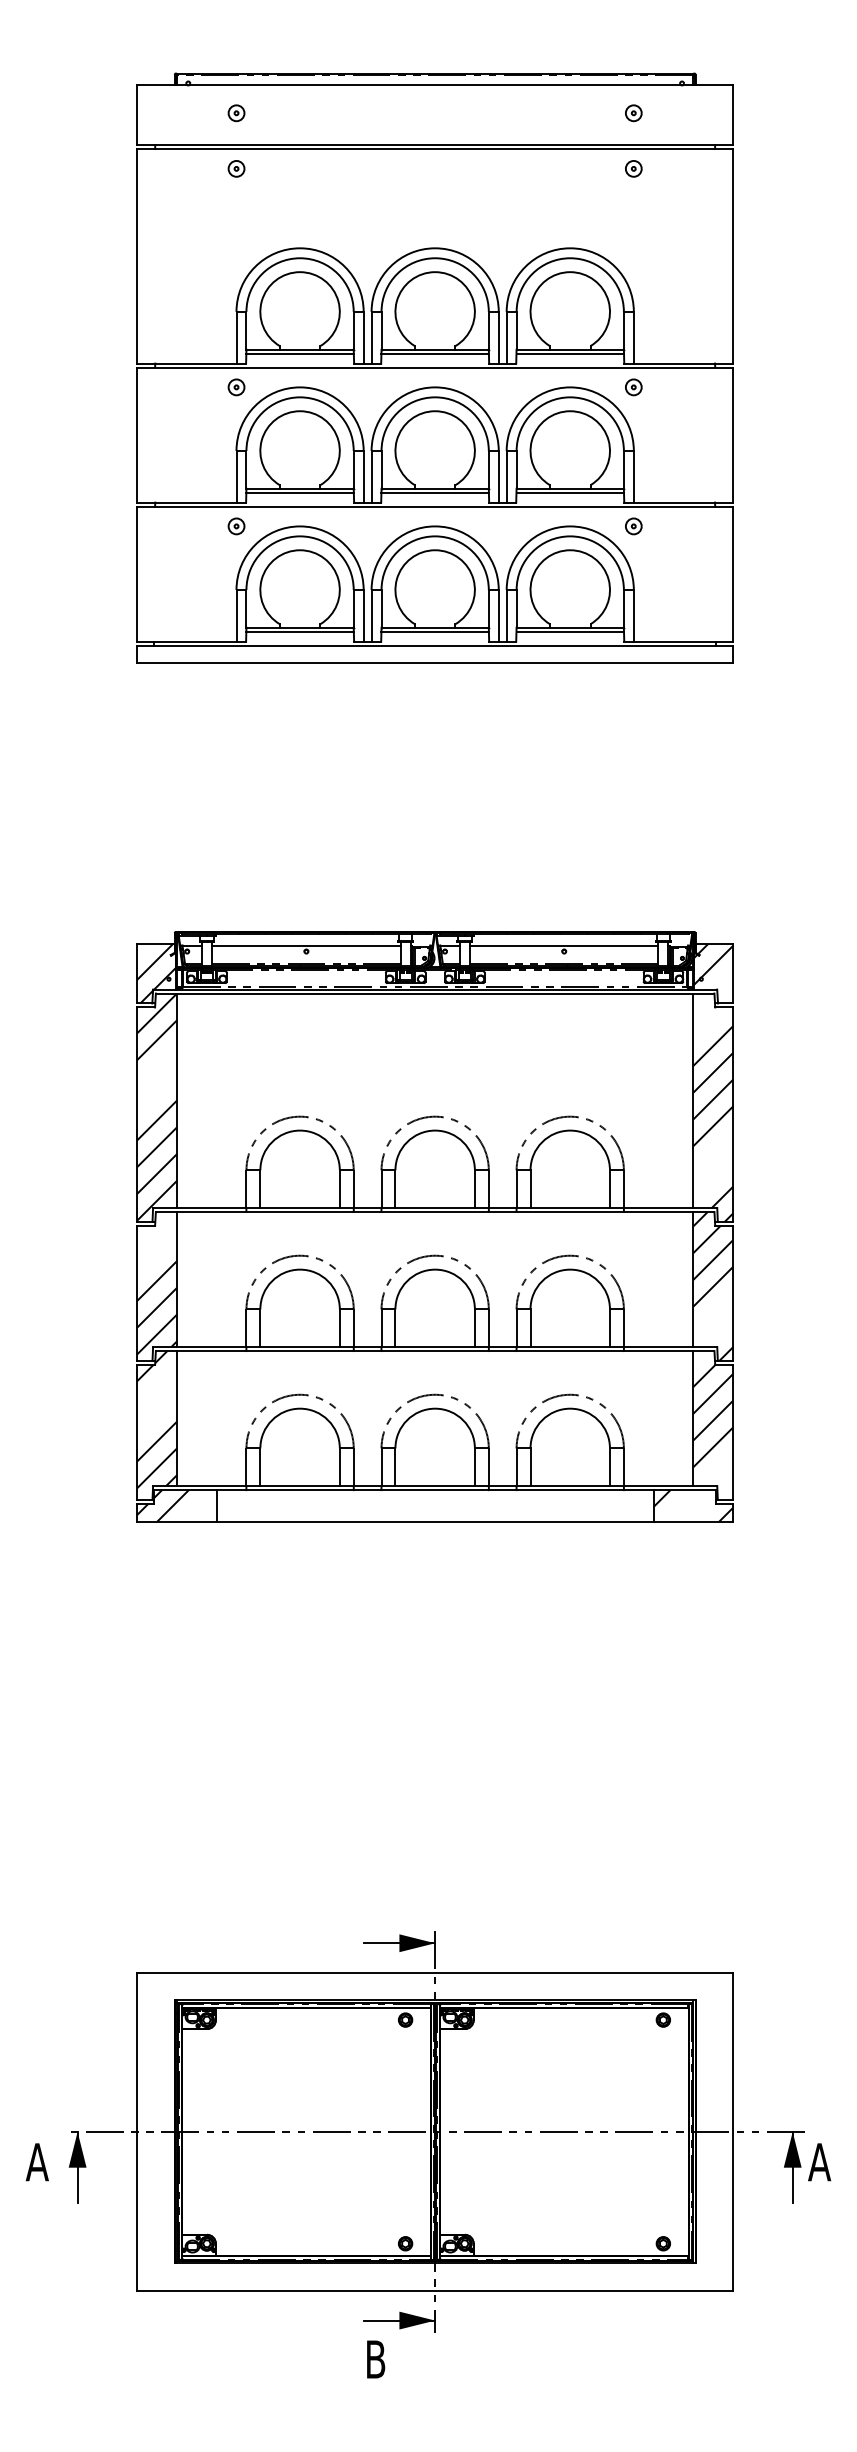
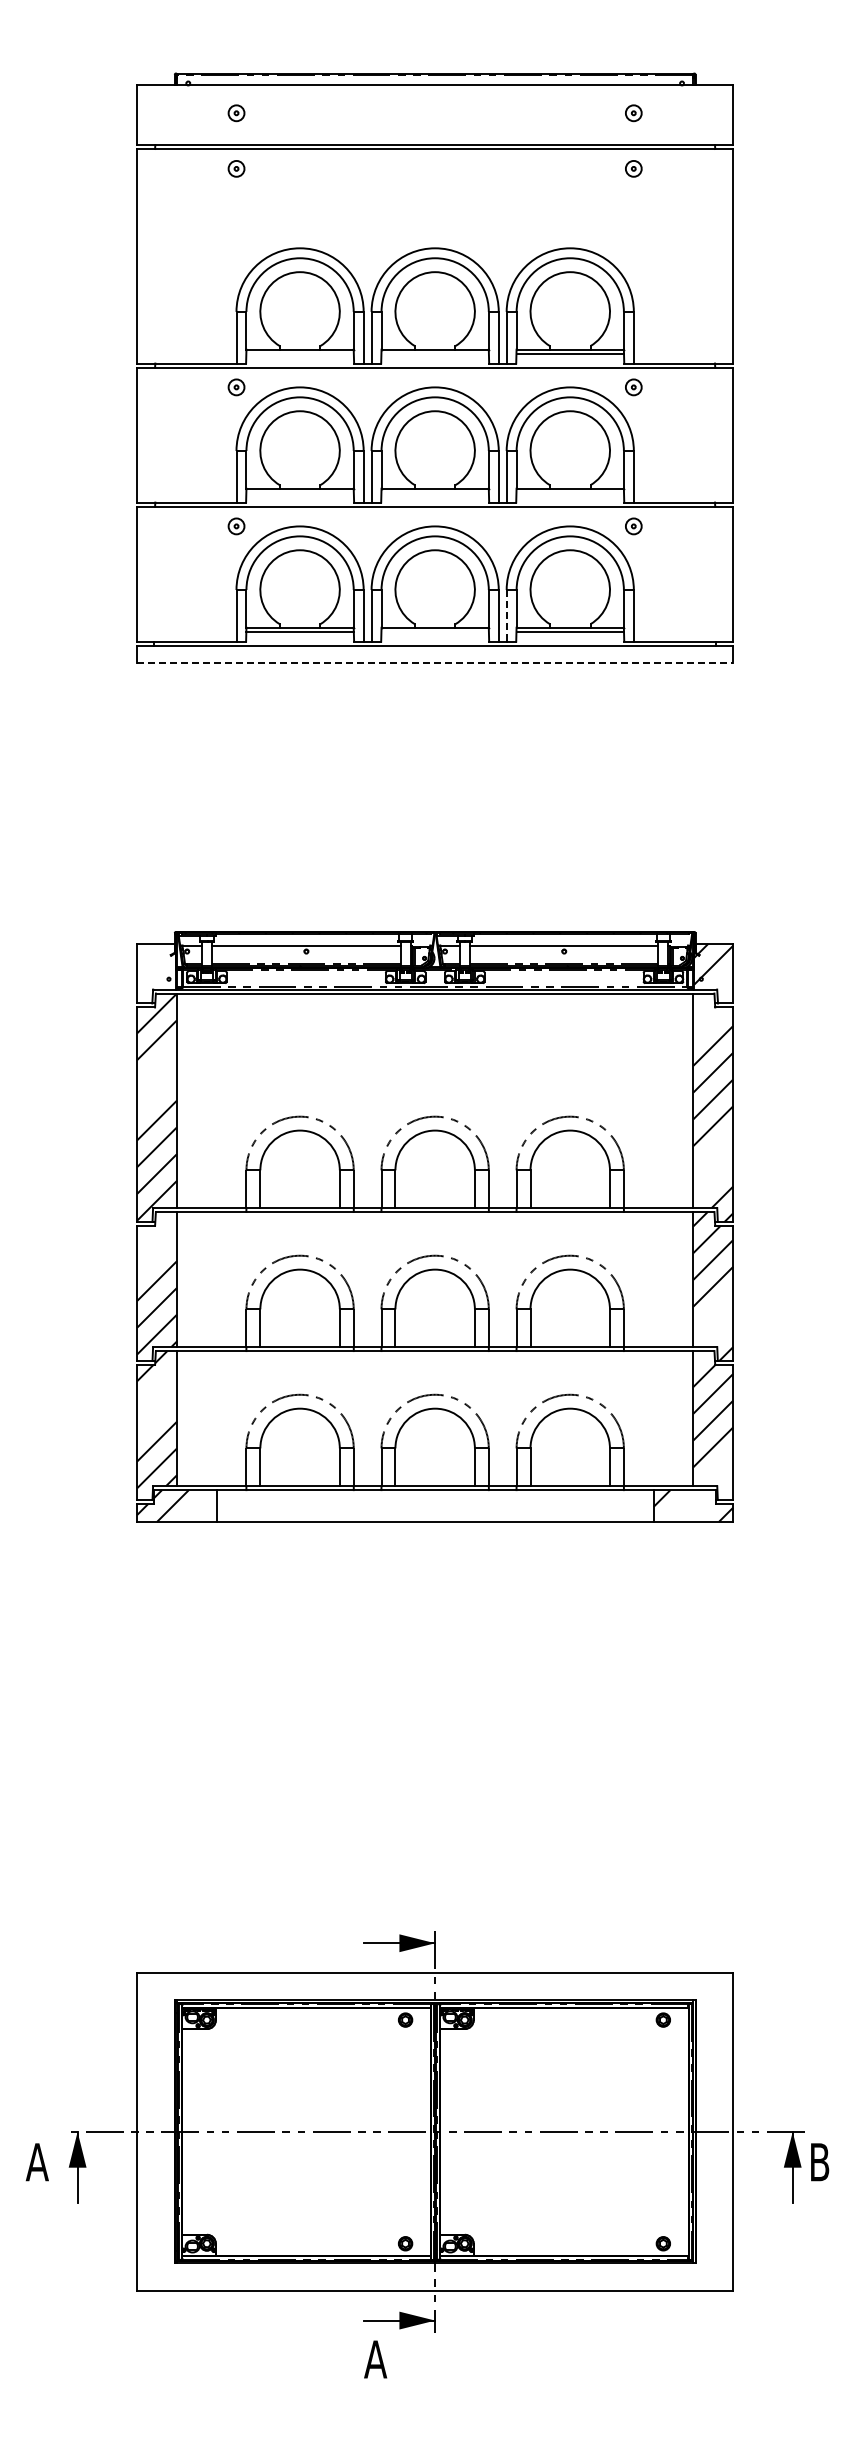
line at (299, 353): present -> none
line at (434, 353): present -> none
line at (299, 492): present -> none
line at (434, 492): present -> none
line at (569, 492): present -> none
line at (506, 615): solid -> dashed
line at (434, 631): present -> none
line at (435, 663): solid -> dashed
hatch at (156, 973): present -> none
text at (819, 2162): A -> B
text at (375, 2359): B -> A
